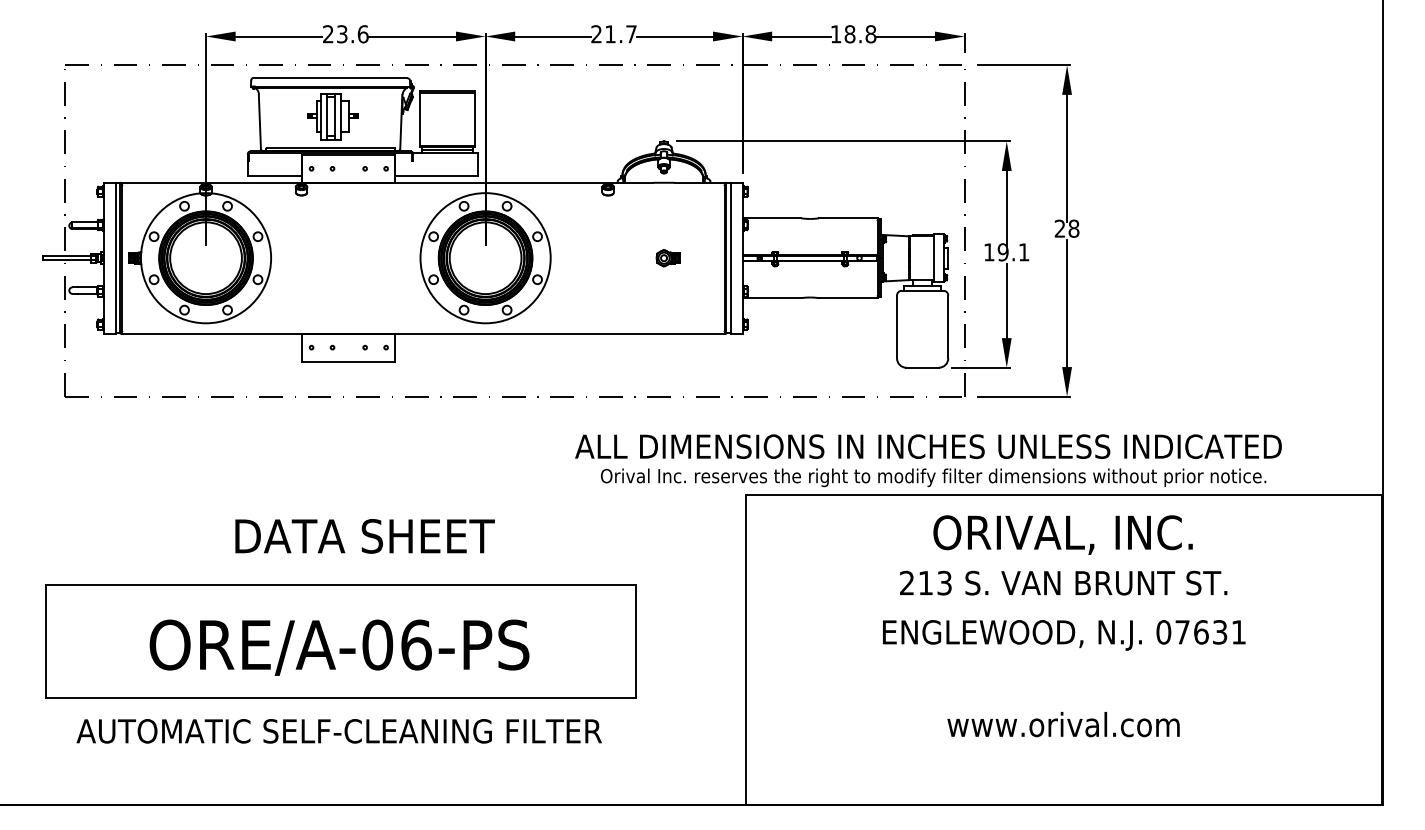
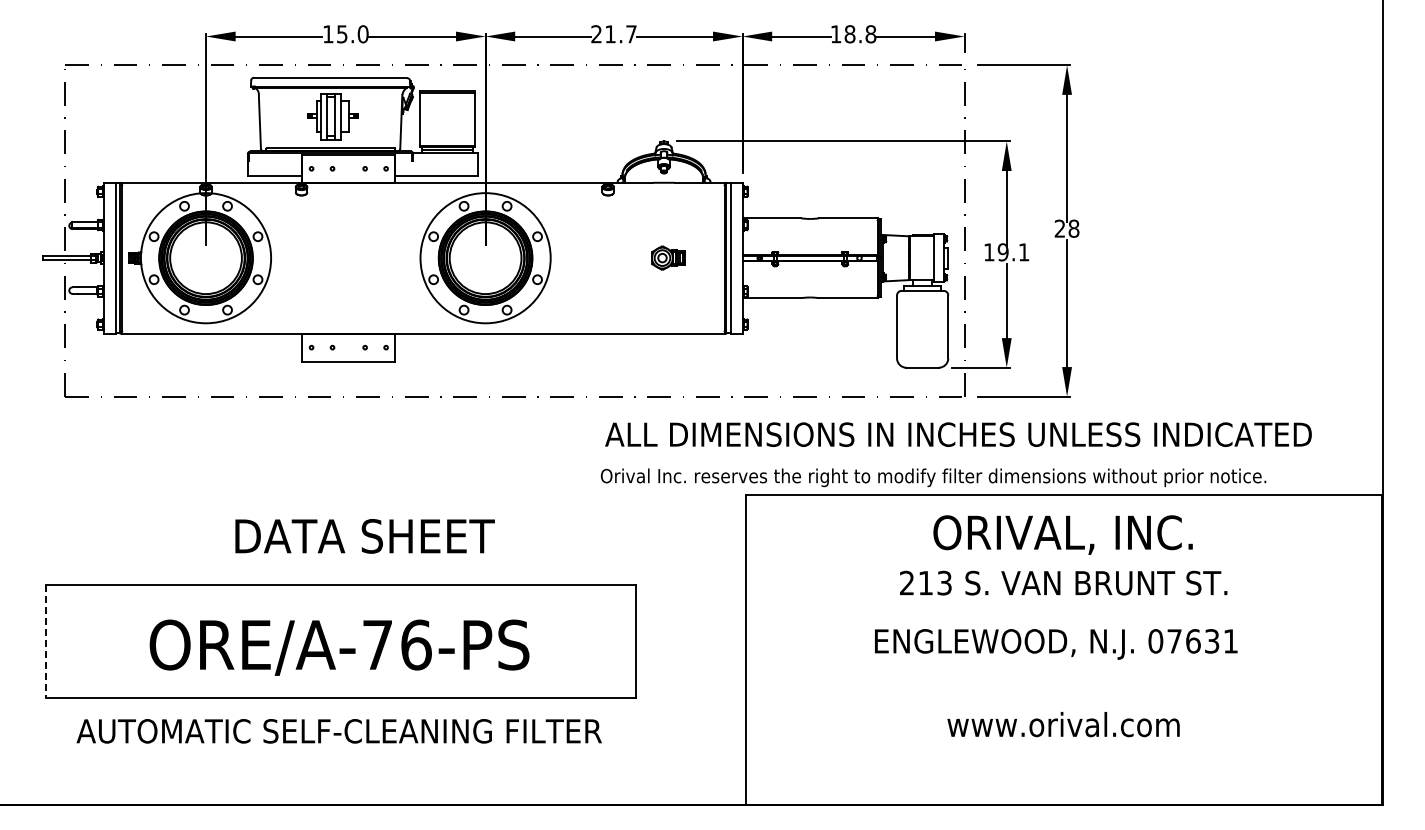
text at (345, 34): 23.6 -> 15.0
part at (667, 258) size: 26x19 px -> 35x26 px
text at (928, 446) position: (928, 446) -> (958, 434)
text at (1064, 635) position: (1064, 635) -> (1056, 644)
line at (45, 642): solid -> dashed
text at (377, 644): ORE/A-06-PS -> ORE/A-76-PS
